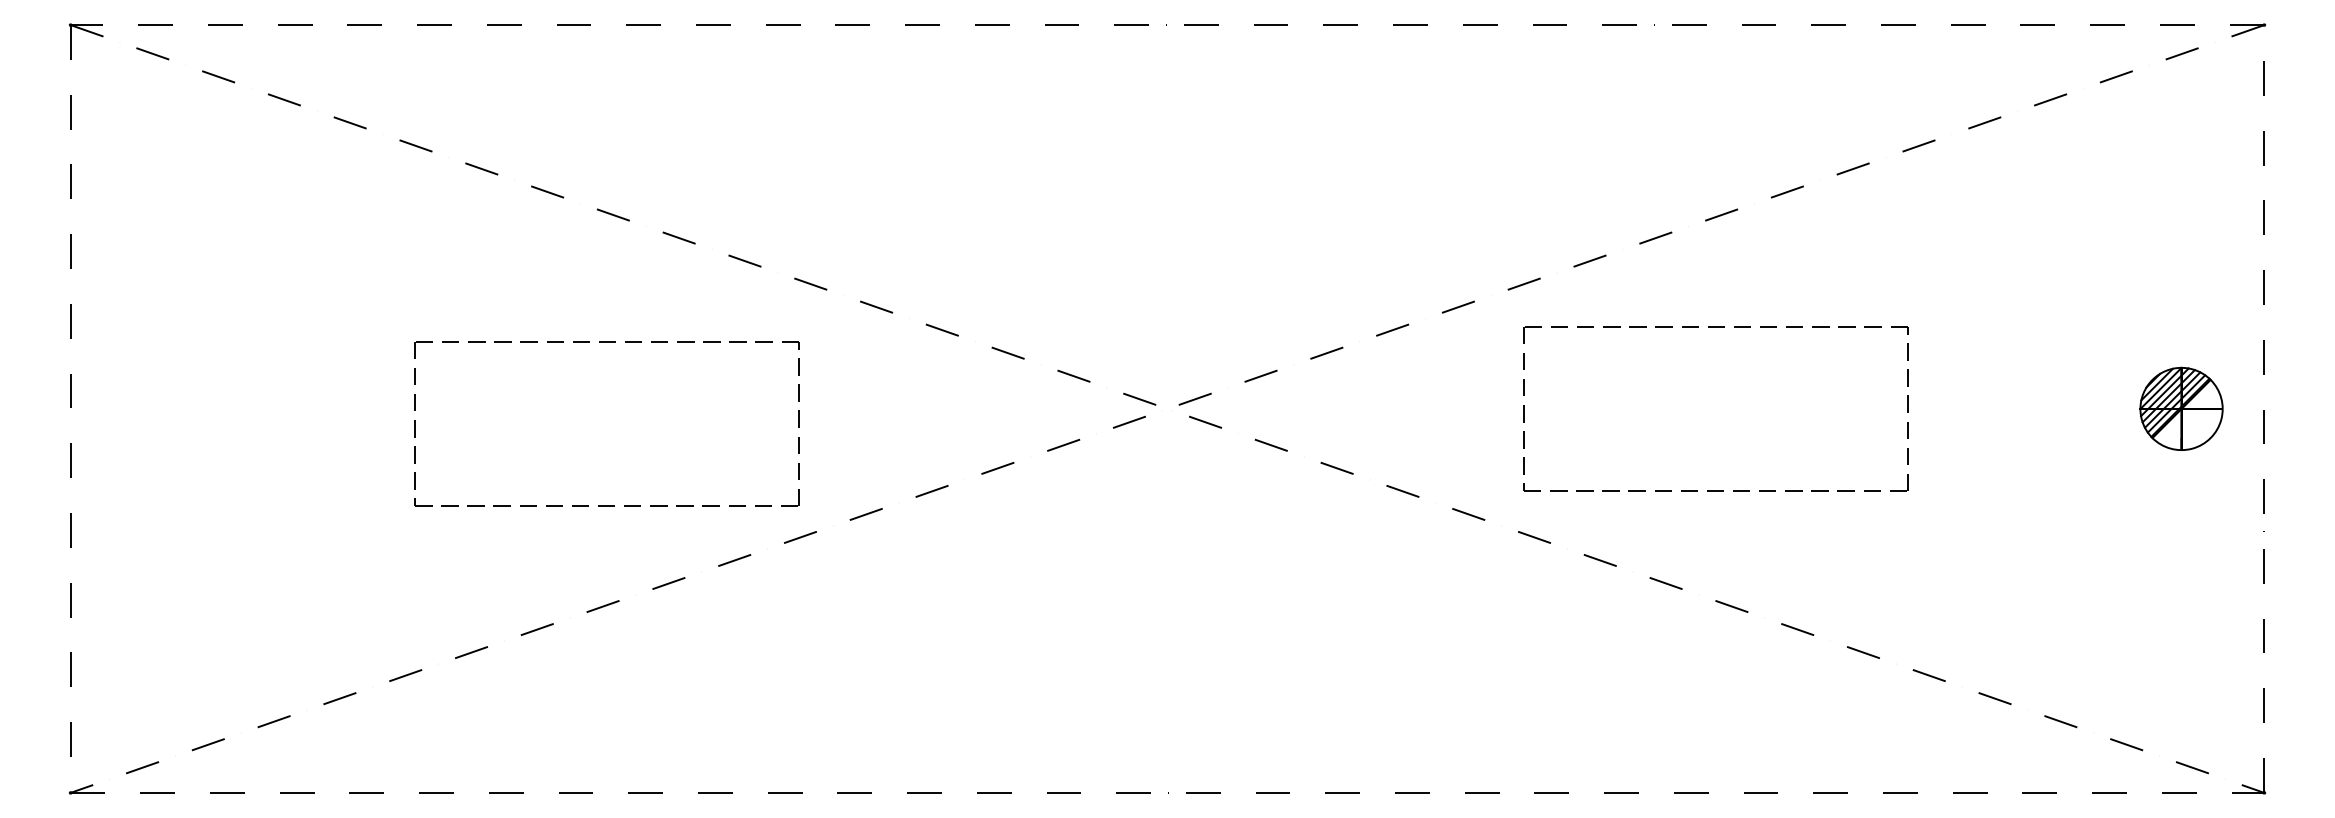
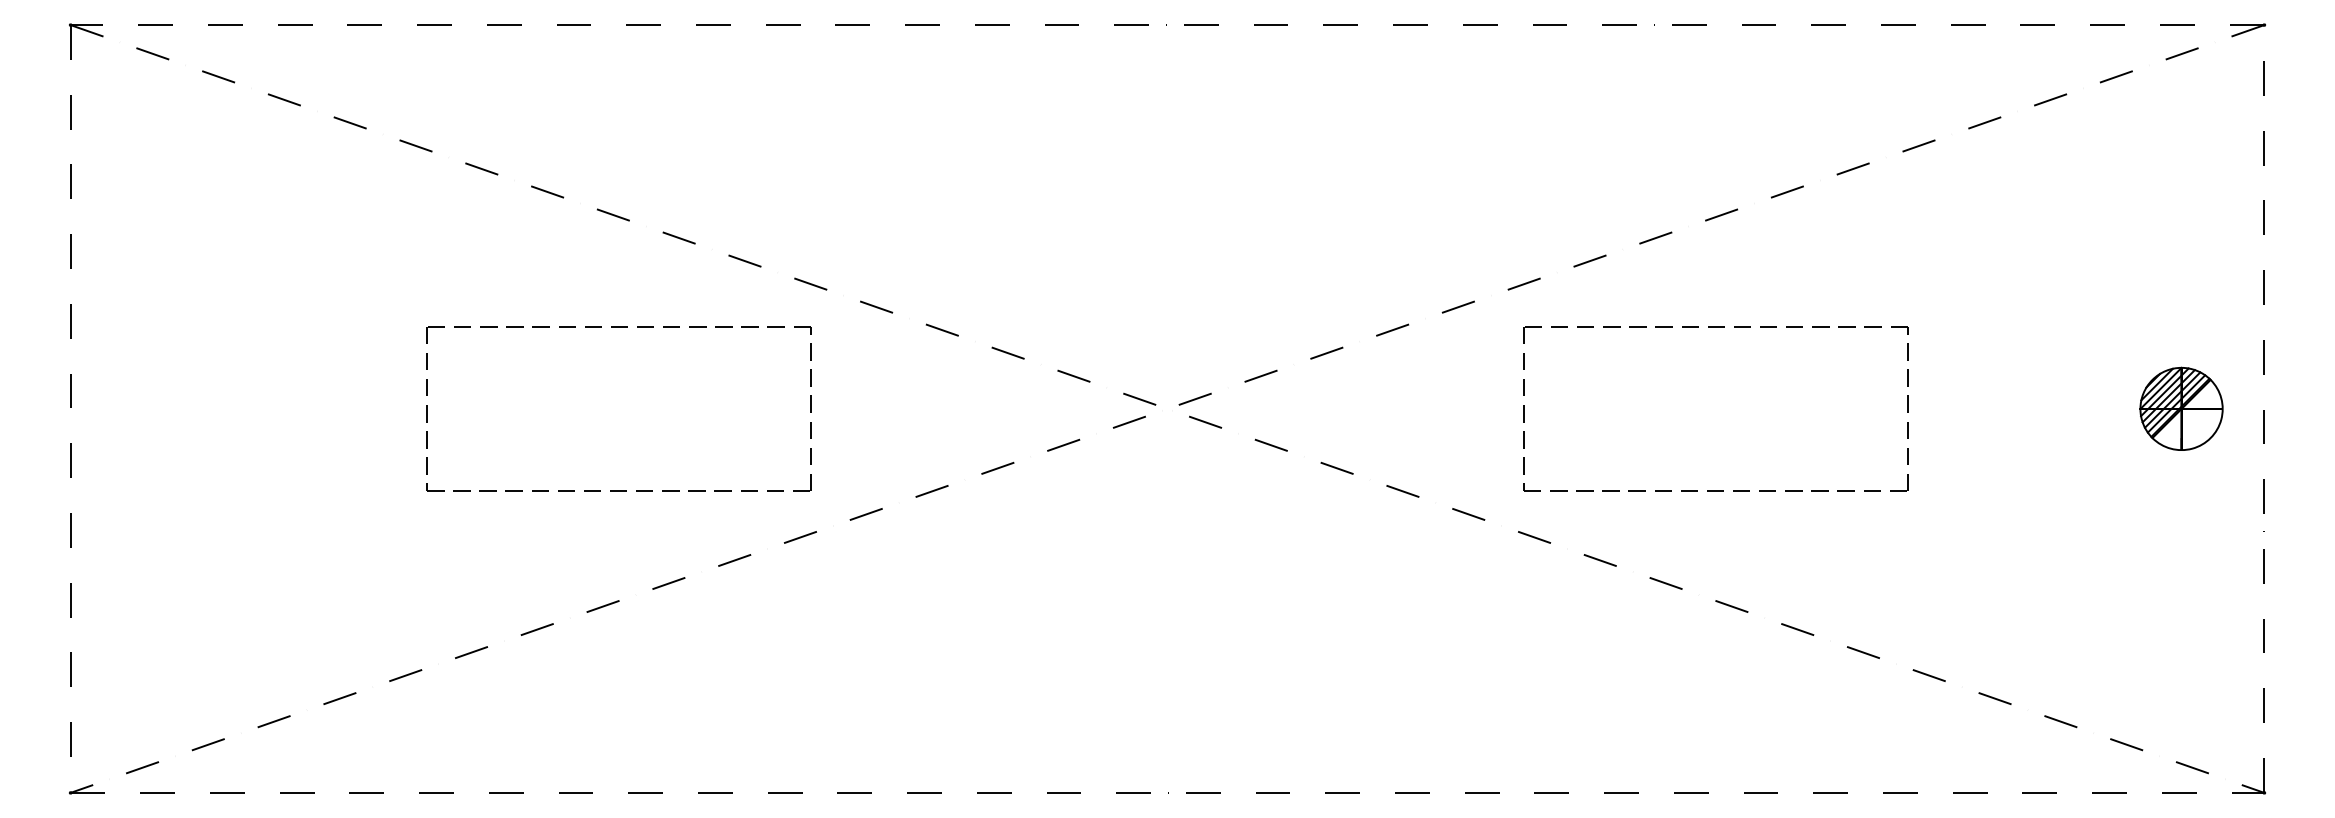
part at (606, 342) position: (606, 342) -> (618, 327)
